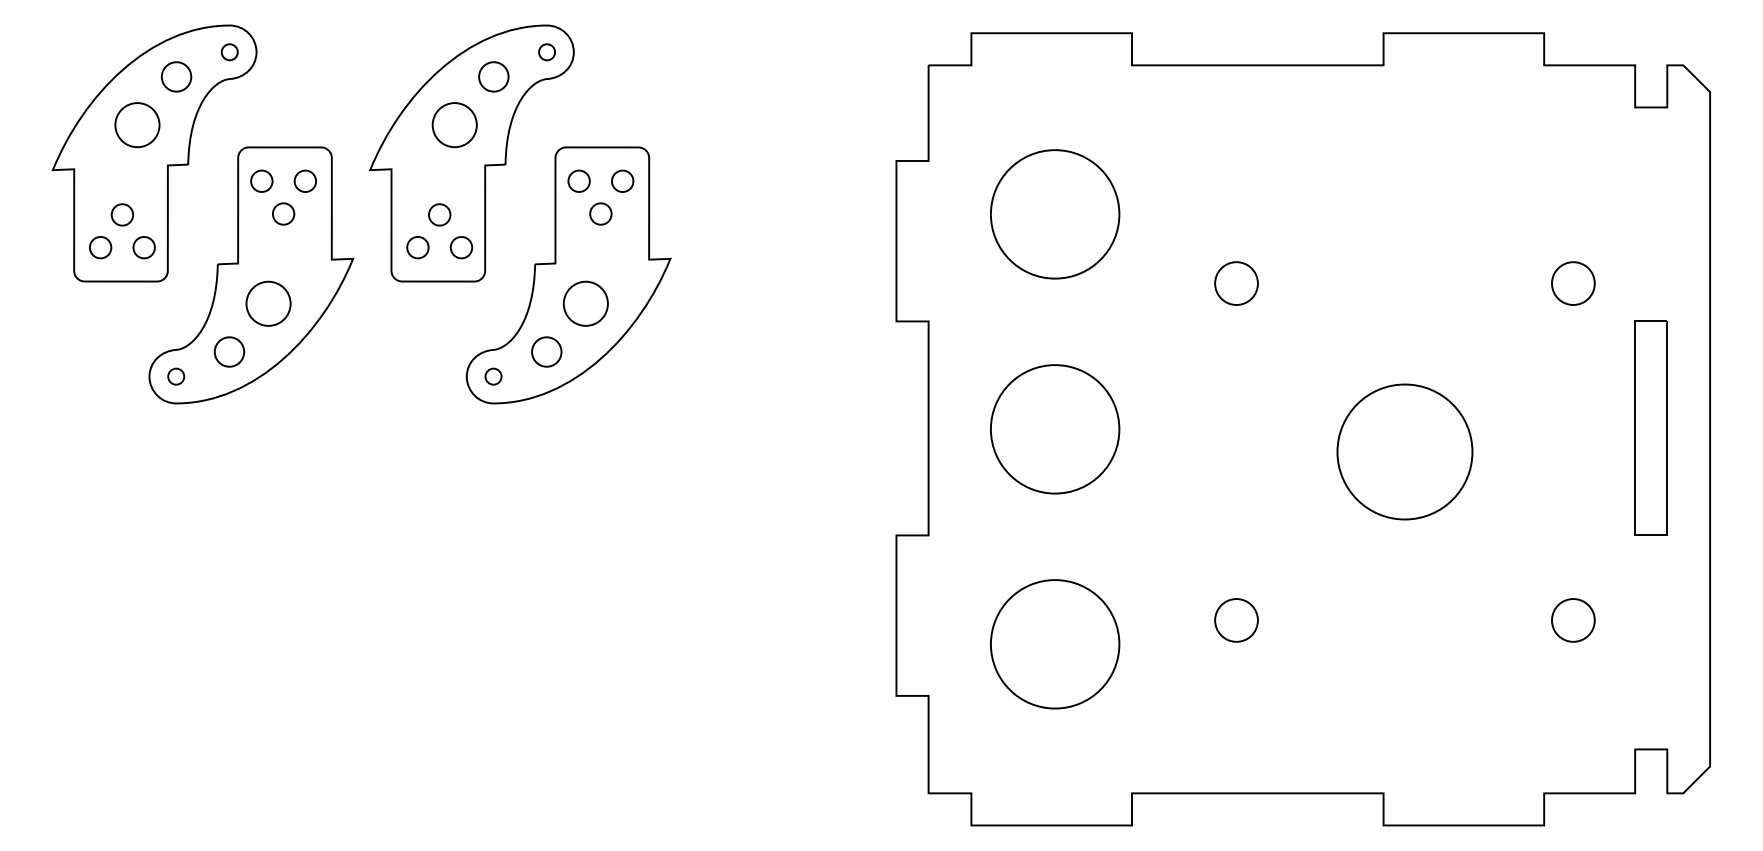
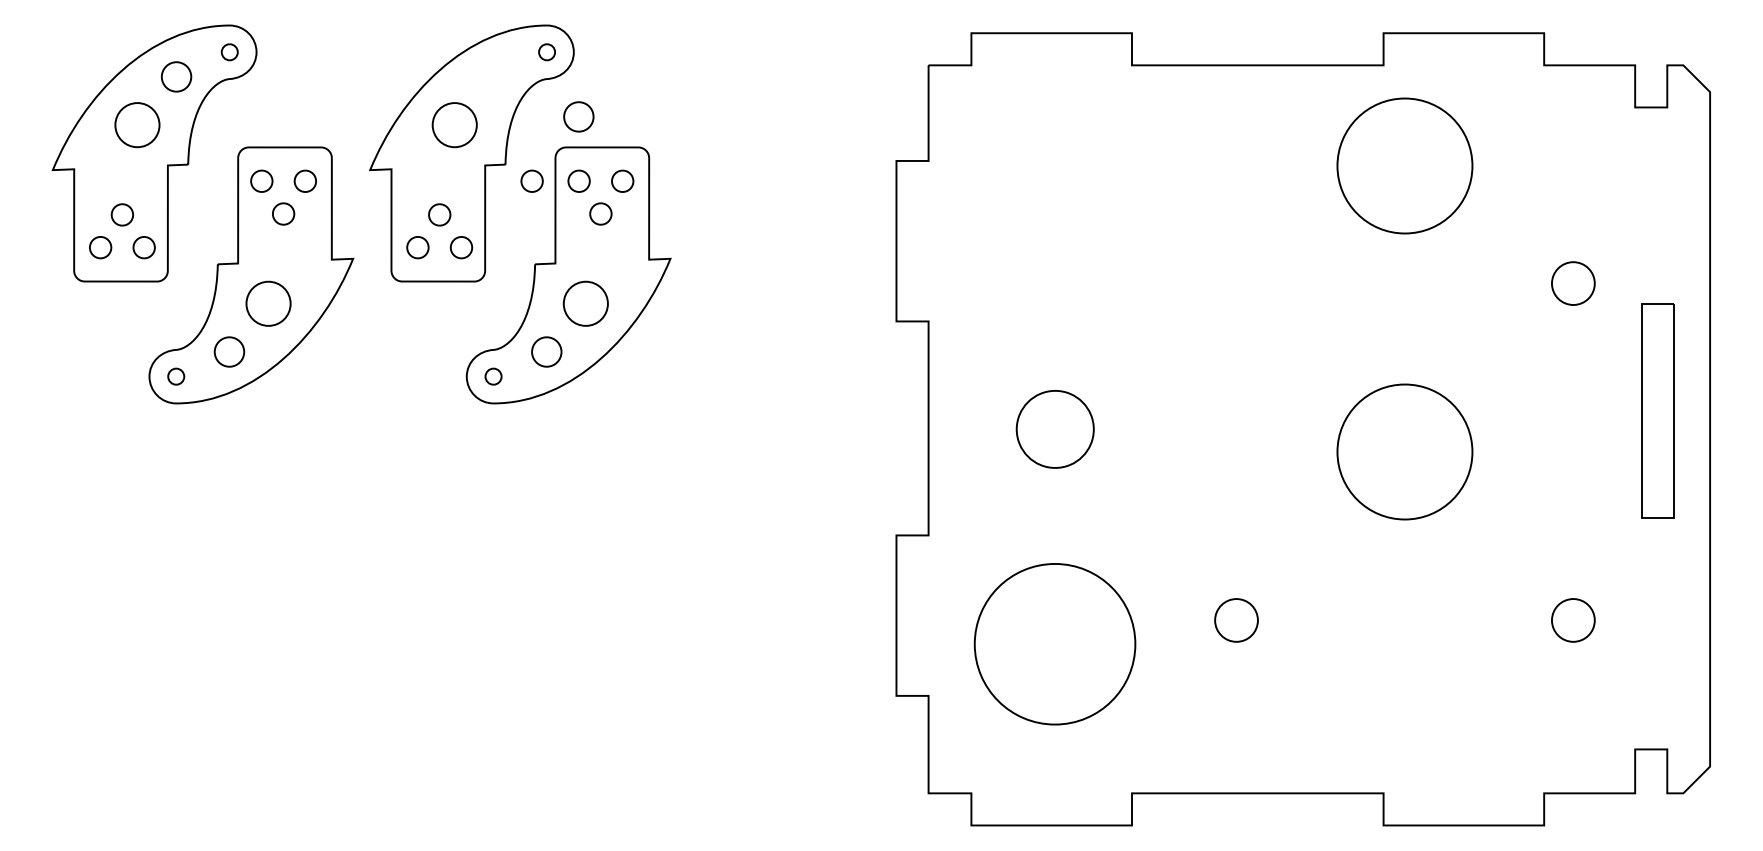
part at (493, 76) position: (493, 76) -> (578, 116)
part at (1404, 165): none -> present
part at (531, 180): none -> present
part at (1055, 214): present -> none
part at (1236, 283): present -> none
part at (1650, 427) position: (1650, 427) -> (1657, 410)
part at (1055, 429) size: 131x131 px -> 80x79 px
part at (1055, 644) size: 131x131 px -> 164x163 px
